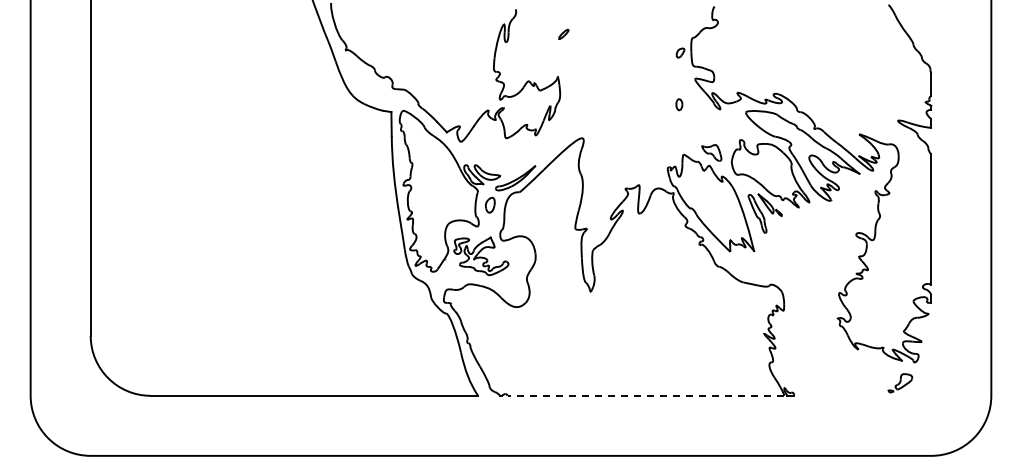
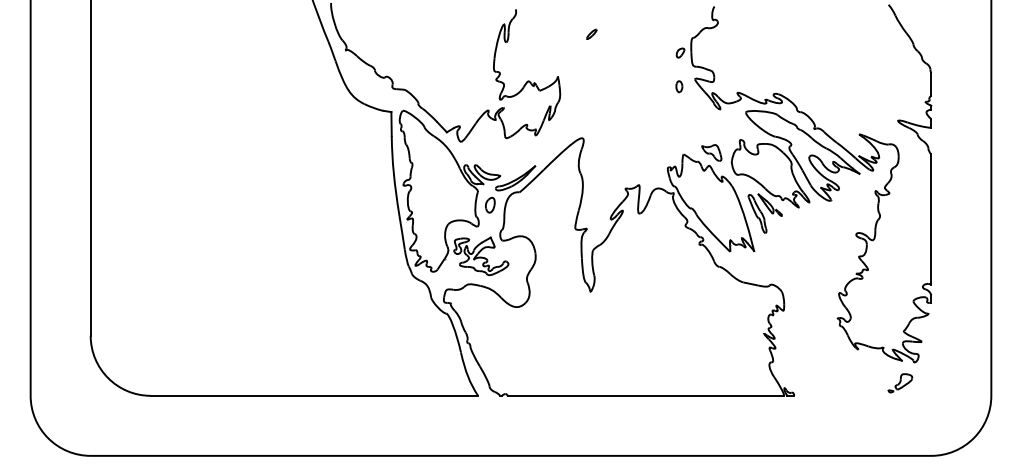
part at (563, 33) position: (563, 33) -> (591, 33)
part at (679, 104) position: (679, 104) -> (679, 86)
line at (645, 395): dashed -> solid
